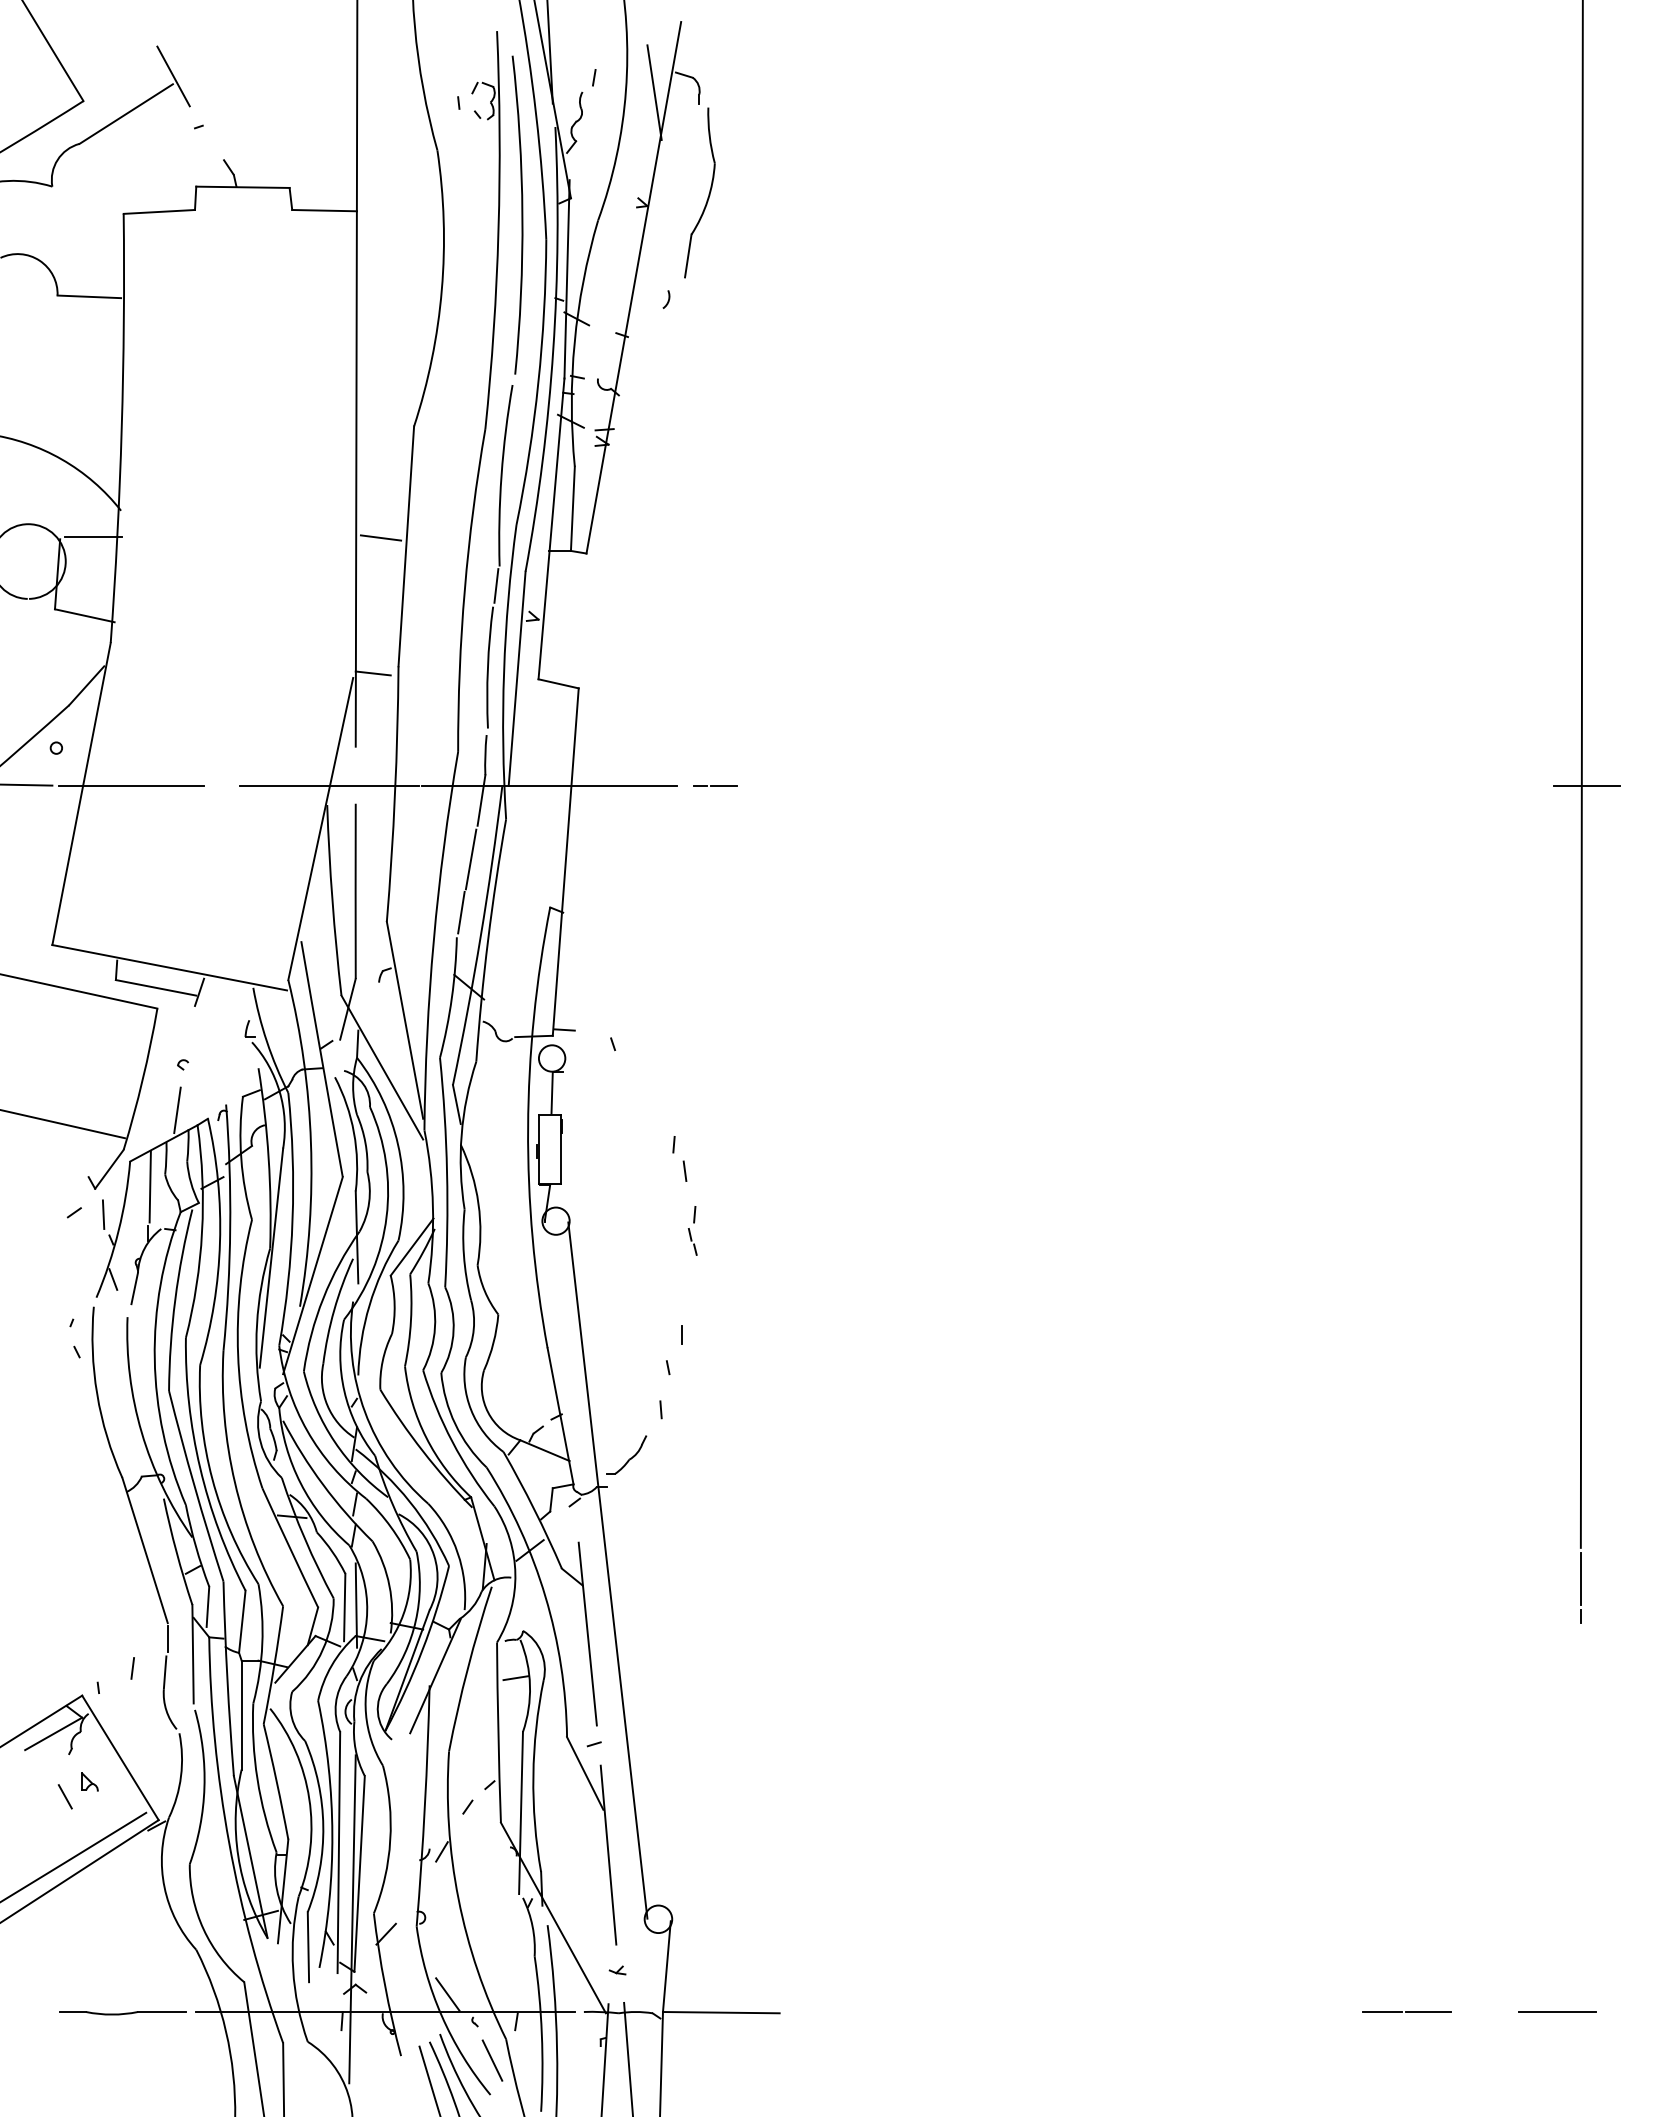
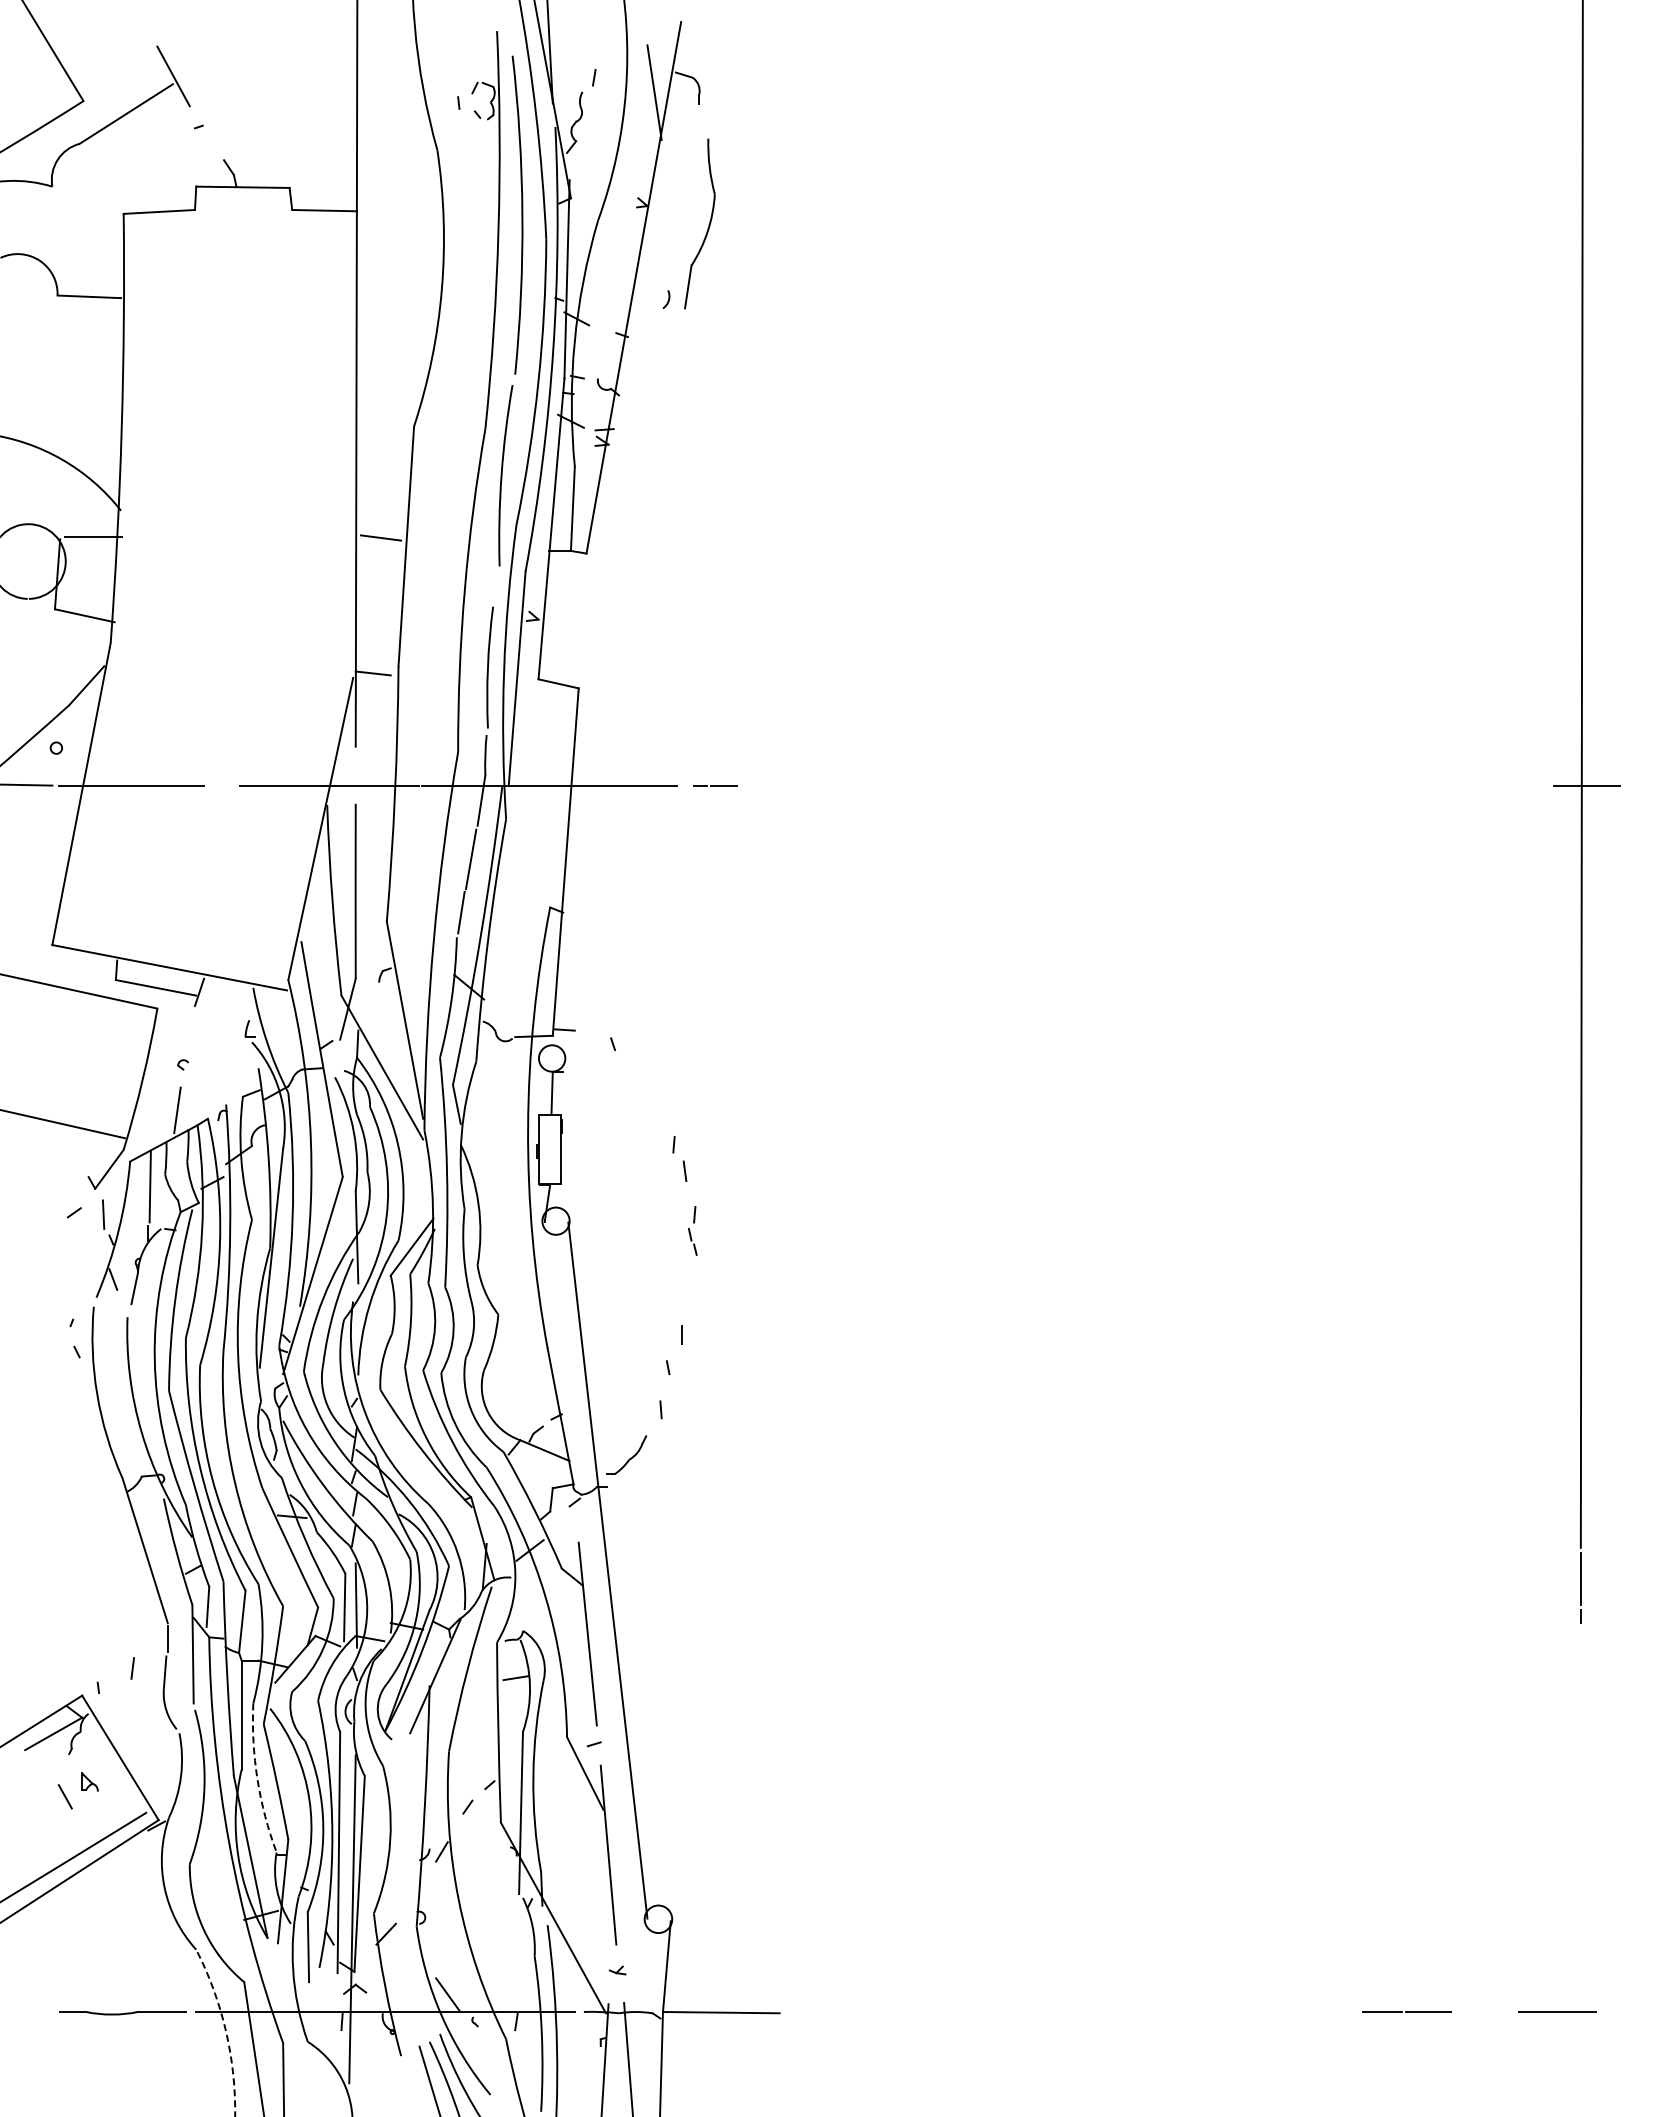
part at (708, 193) position: (708, 193) -> (708, 224)
line at (496, 585): present -> none
arc at (257, 1779): solid -> dashed
arc at (225, 2030): solid -> dashed
line at (492, 2060): present -> none
